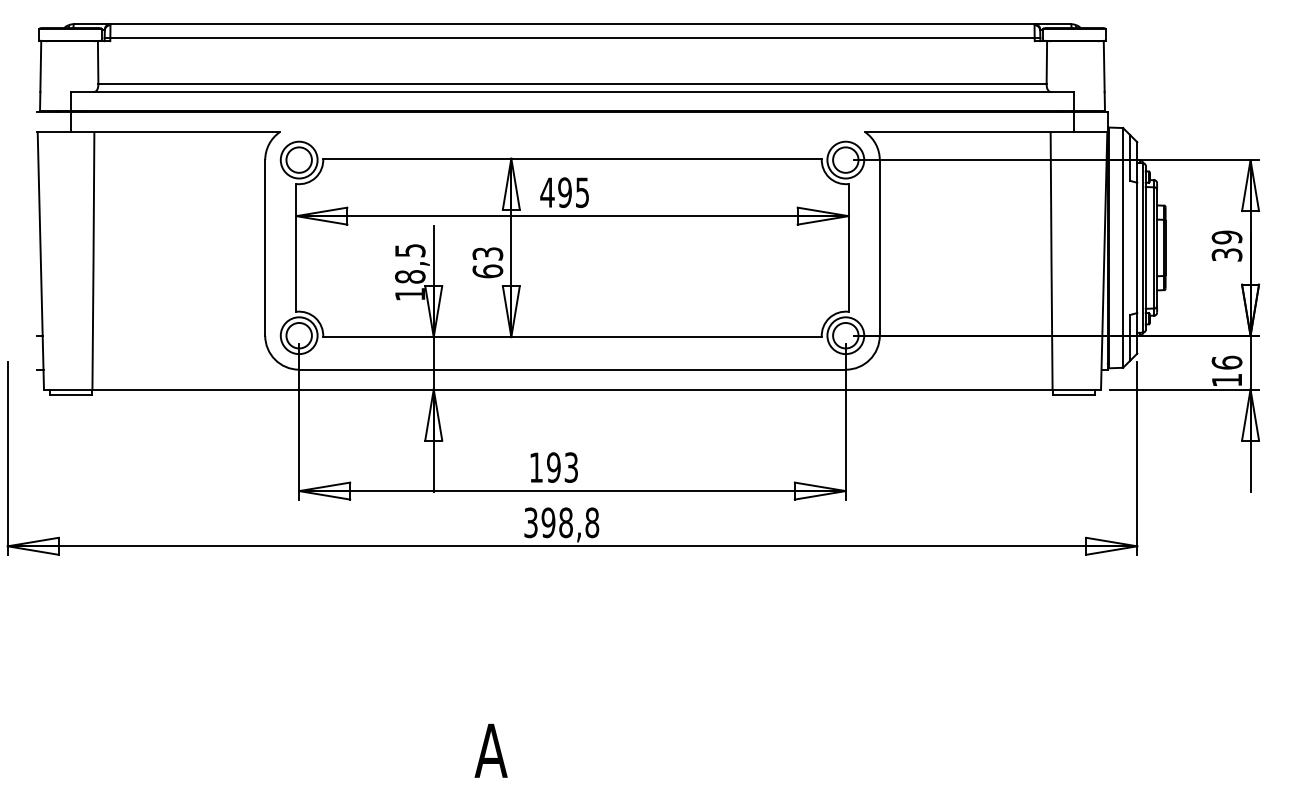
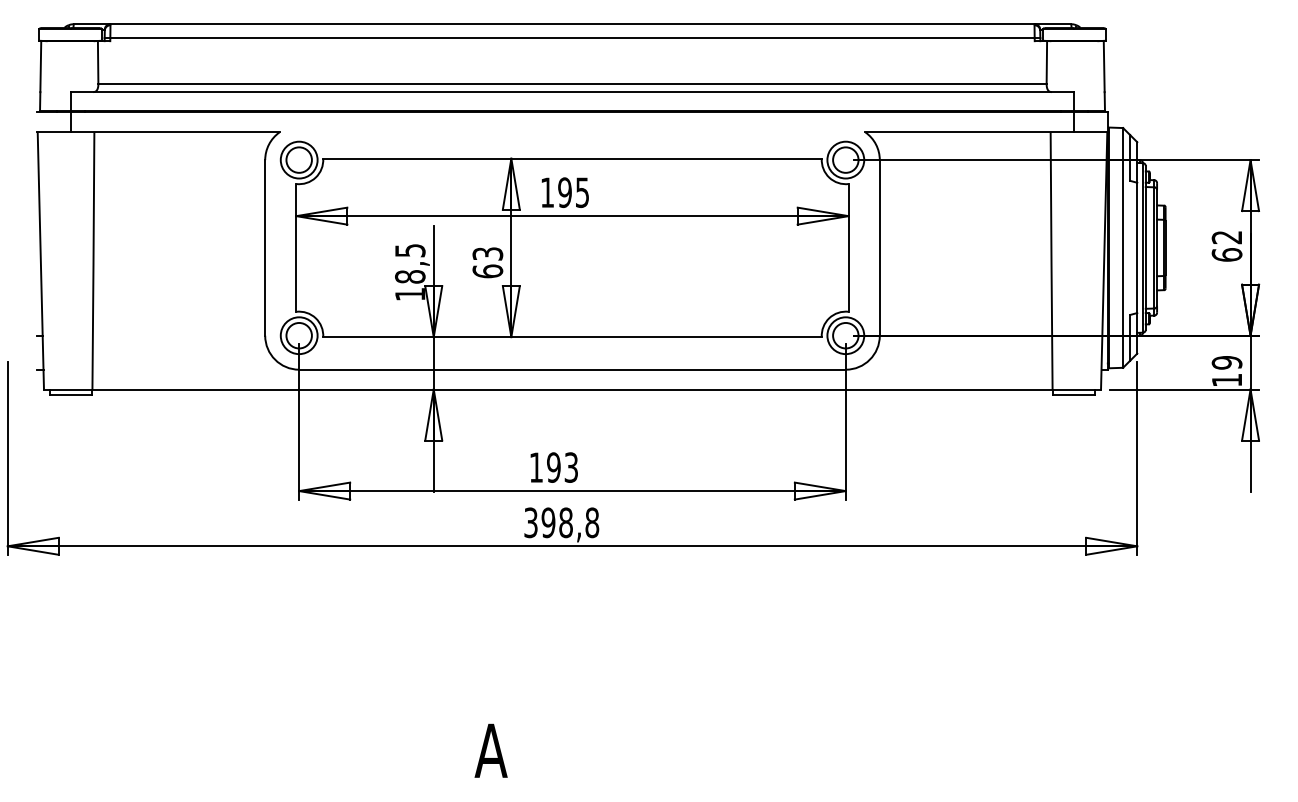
text at (547, 192): 495 -> 195
text at (1226, 245): 39 -> 62
text at (1226, 362): 16 -> 19
